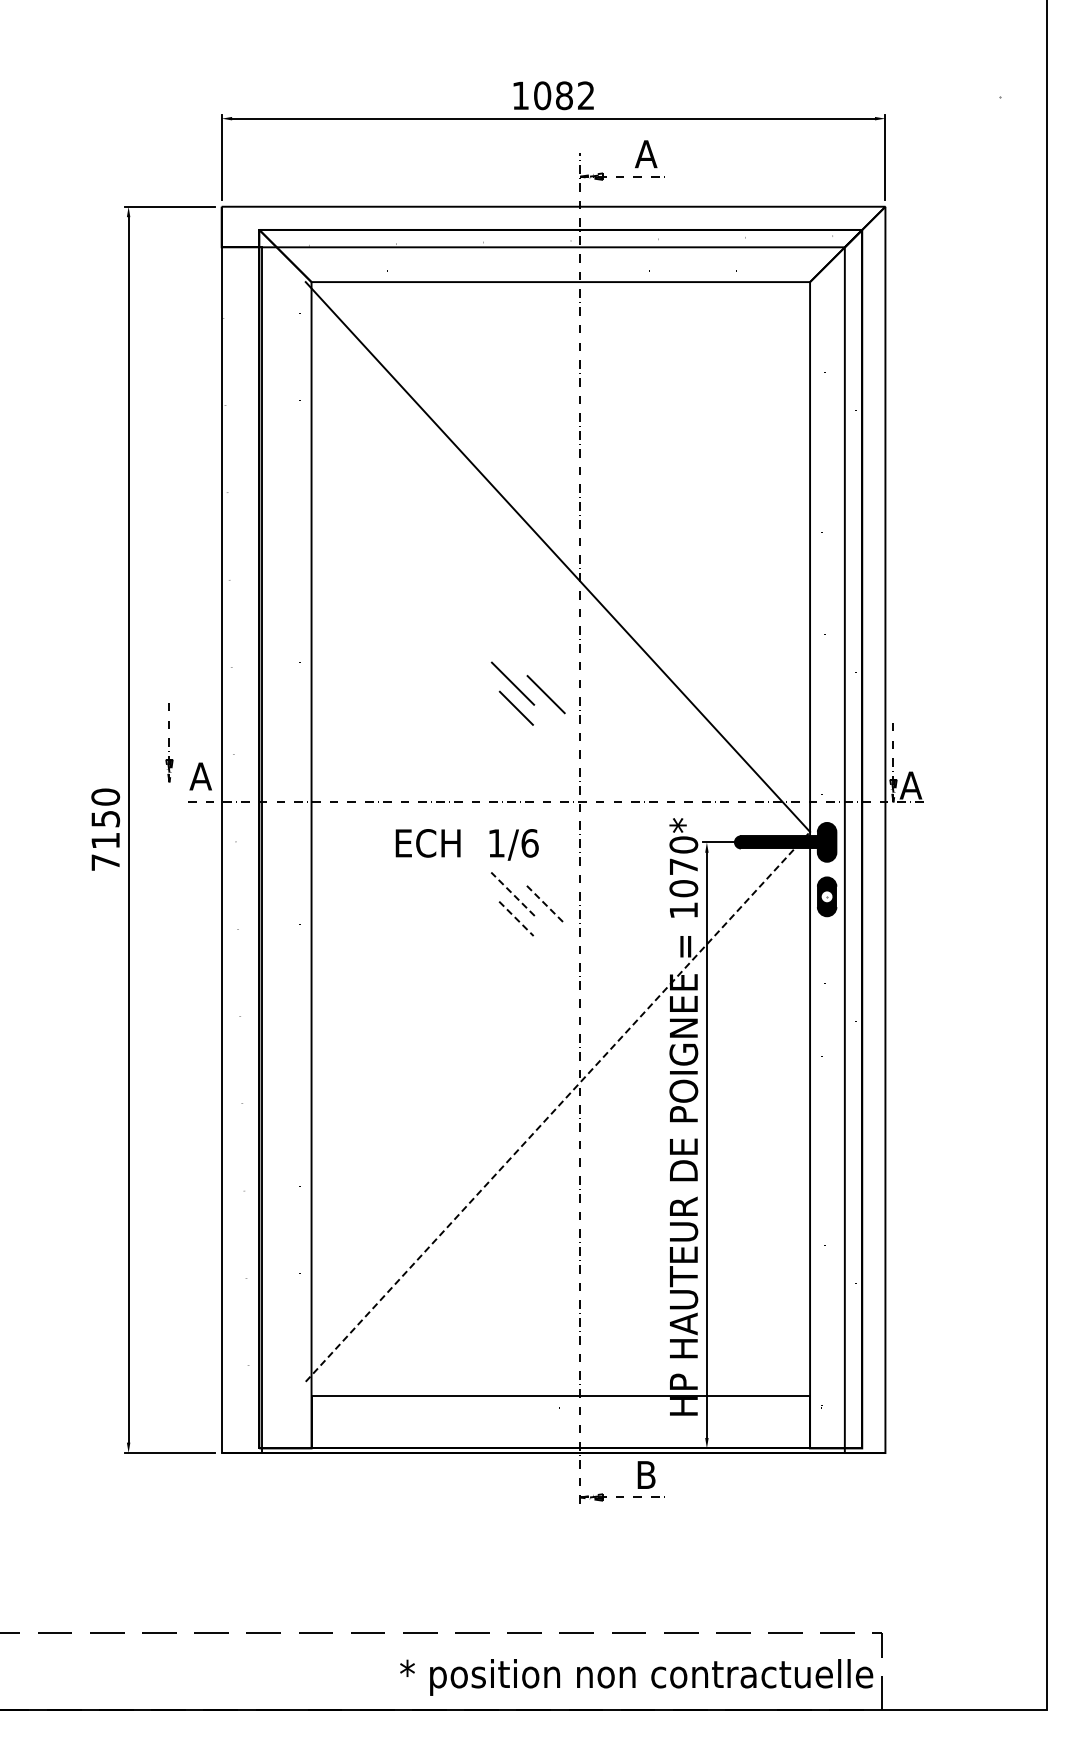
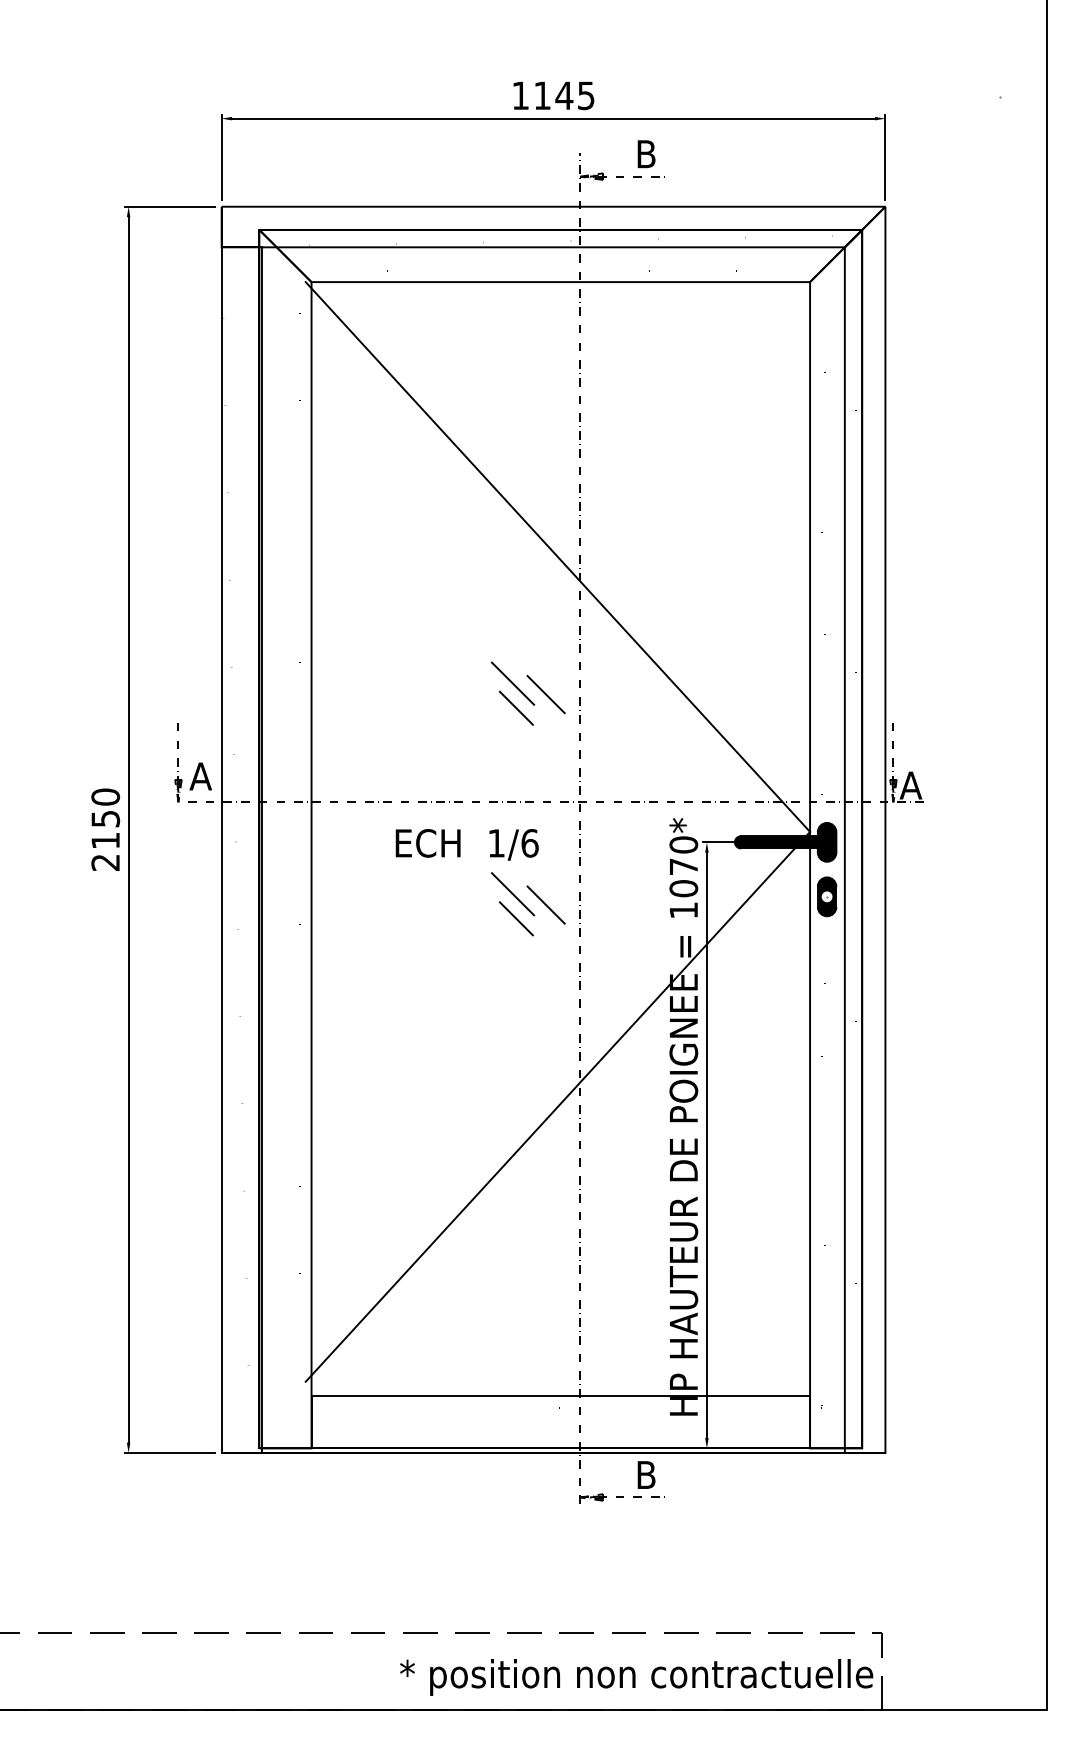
text at (564, 95): 1082 -> 1145
text at (646, 154): A -> B
part at (169, 742) position: (169, 742) -> (178, 762)
text at (105, 862): 7150 -> 2150
line at (513, 894): dashed -> solid
line at (546, 905): dashed -> solid
line at (516, 919): dashed -> solid
line at (558, 1106): dashed -> solid
